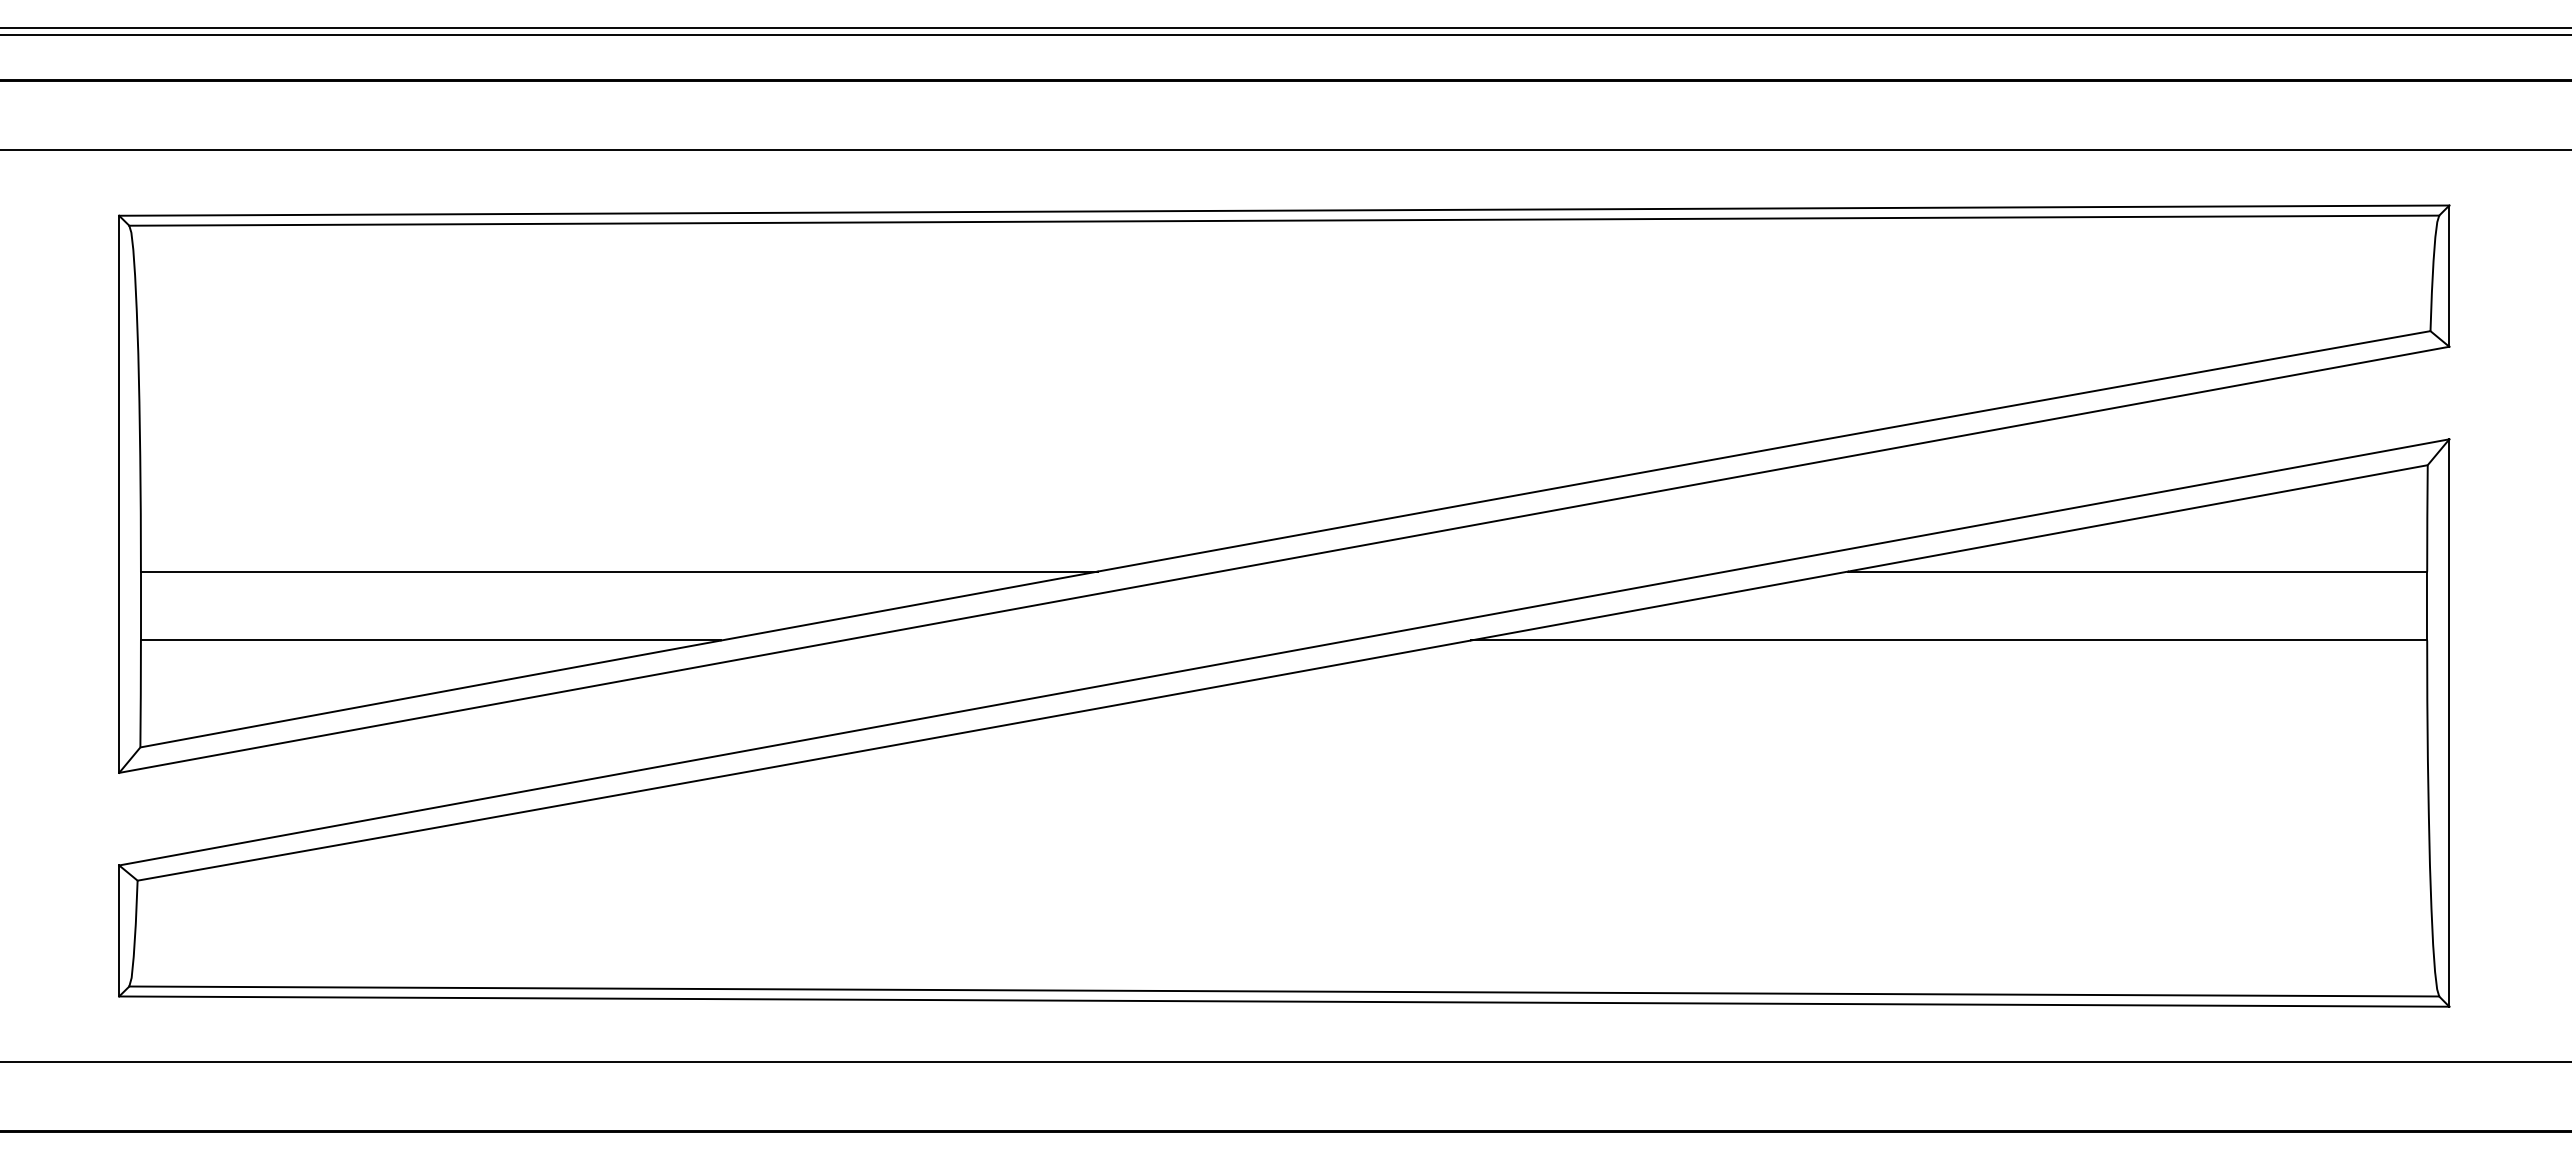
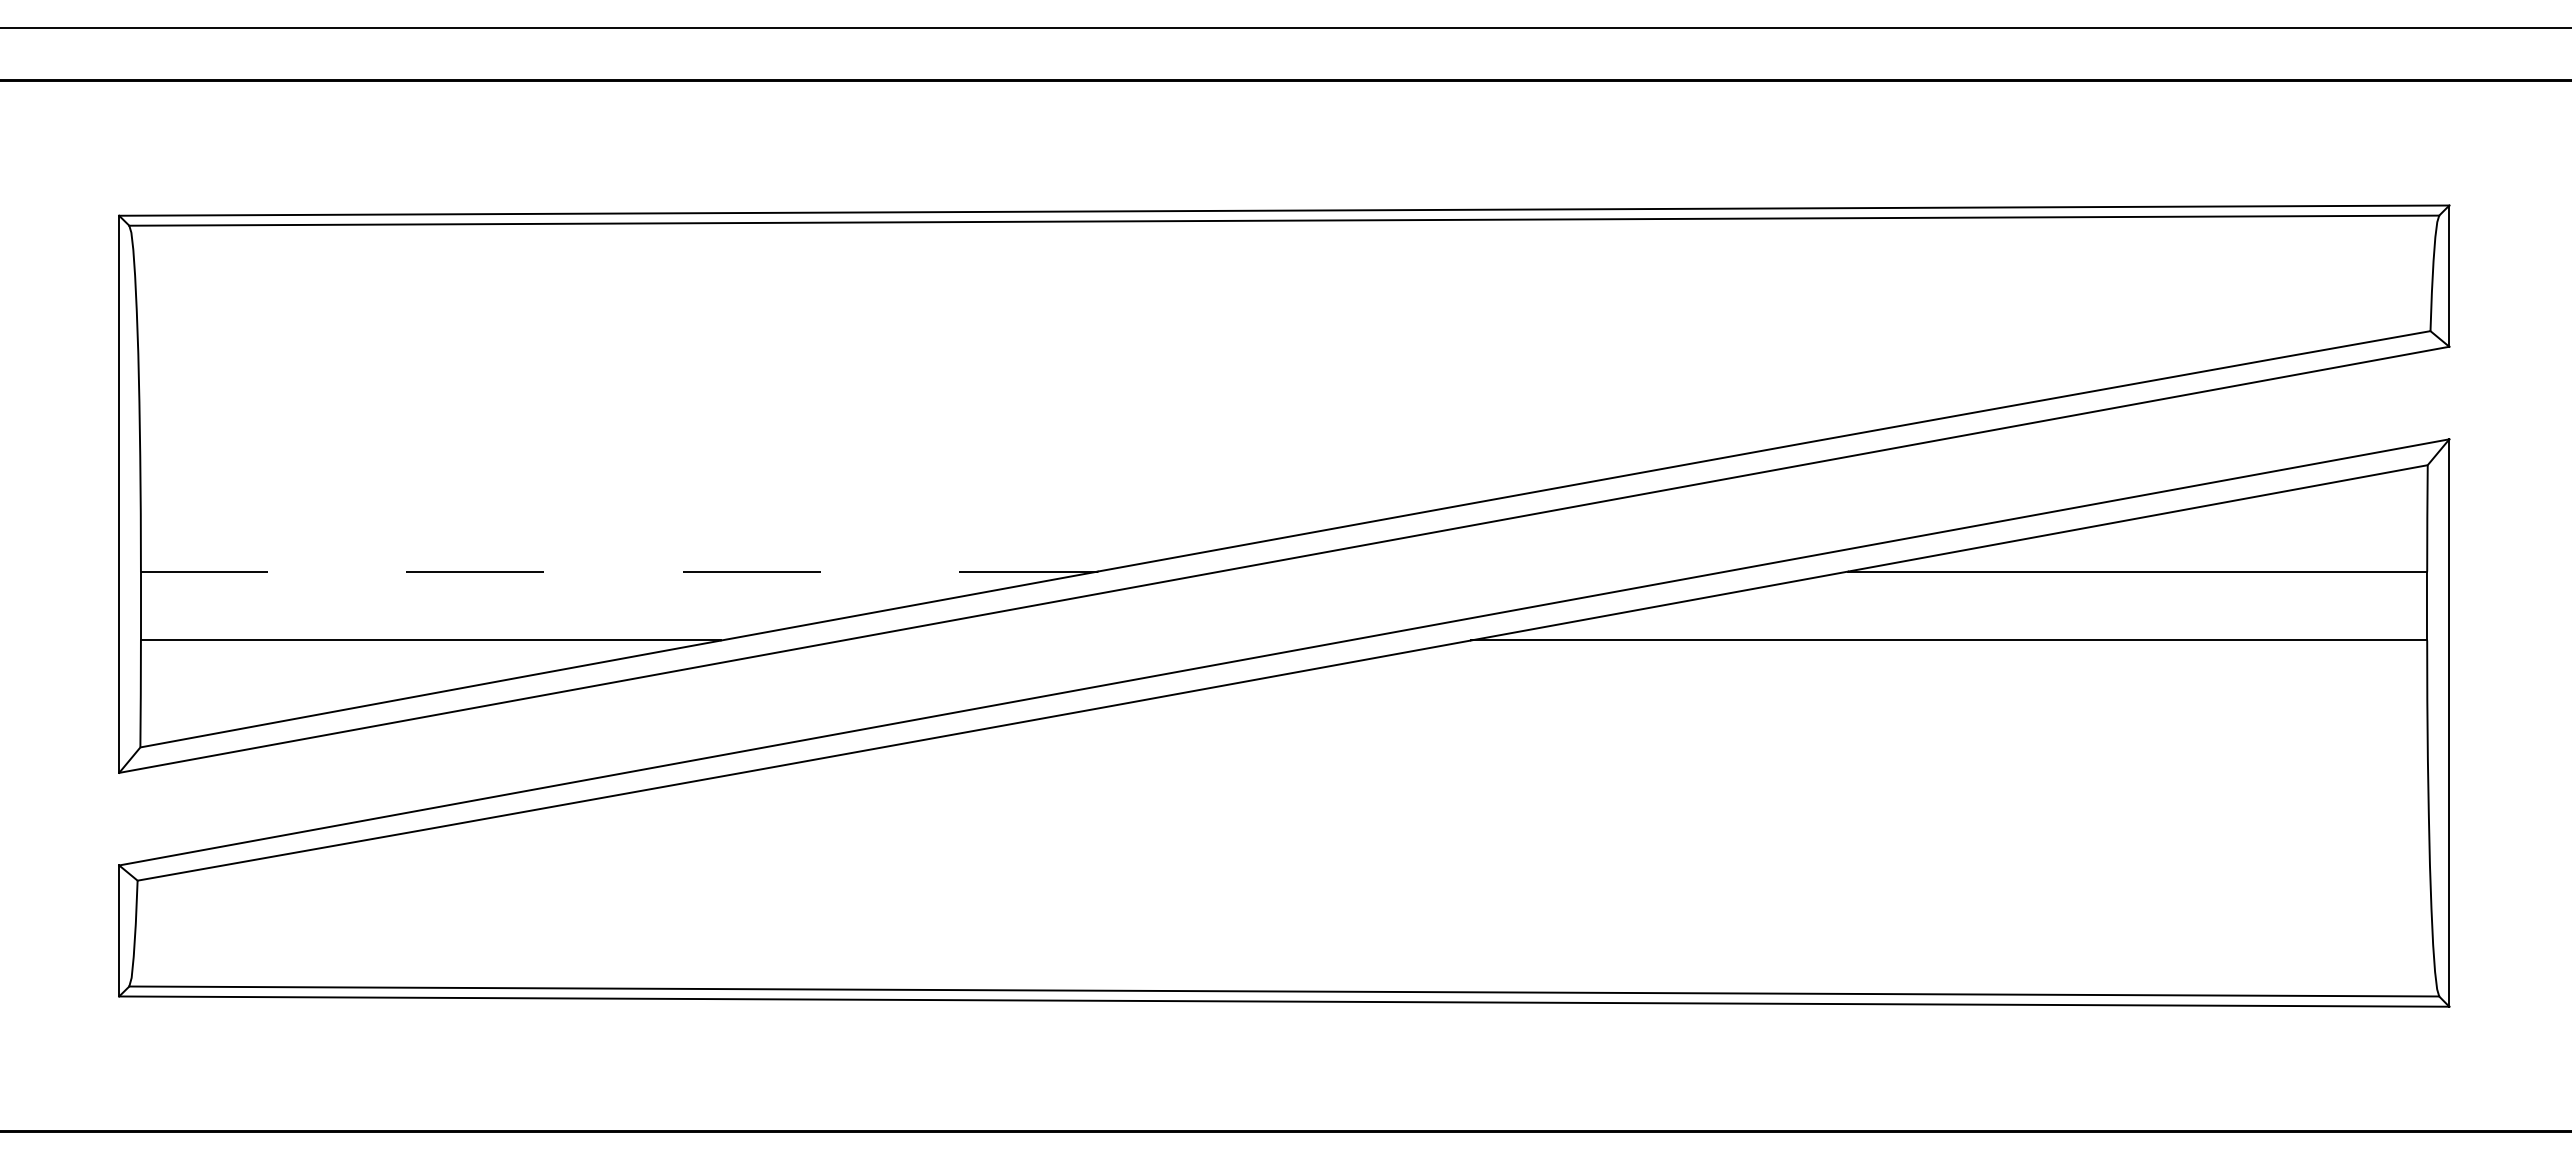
line at (1285, 35): present -> none
line at (1285, 150): present -> none
line at (618, 571): solid -> dashed
line at (1285, 1062): present -> none
